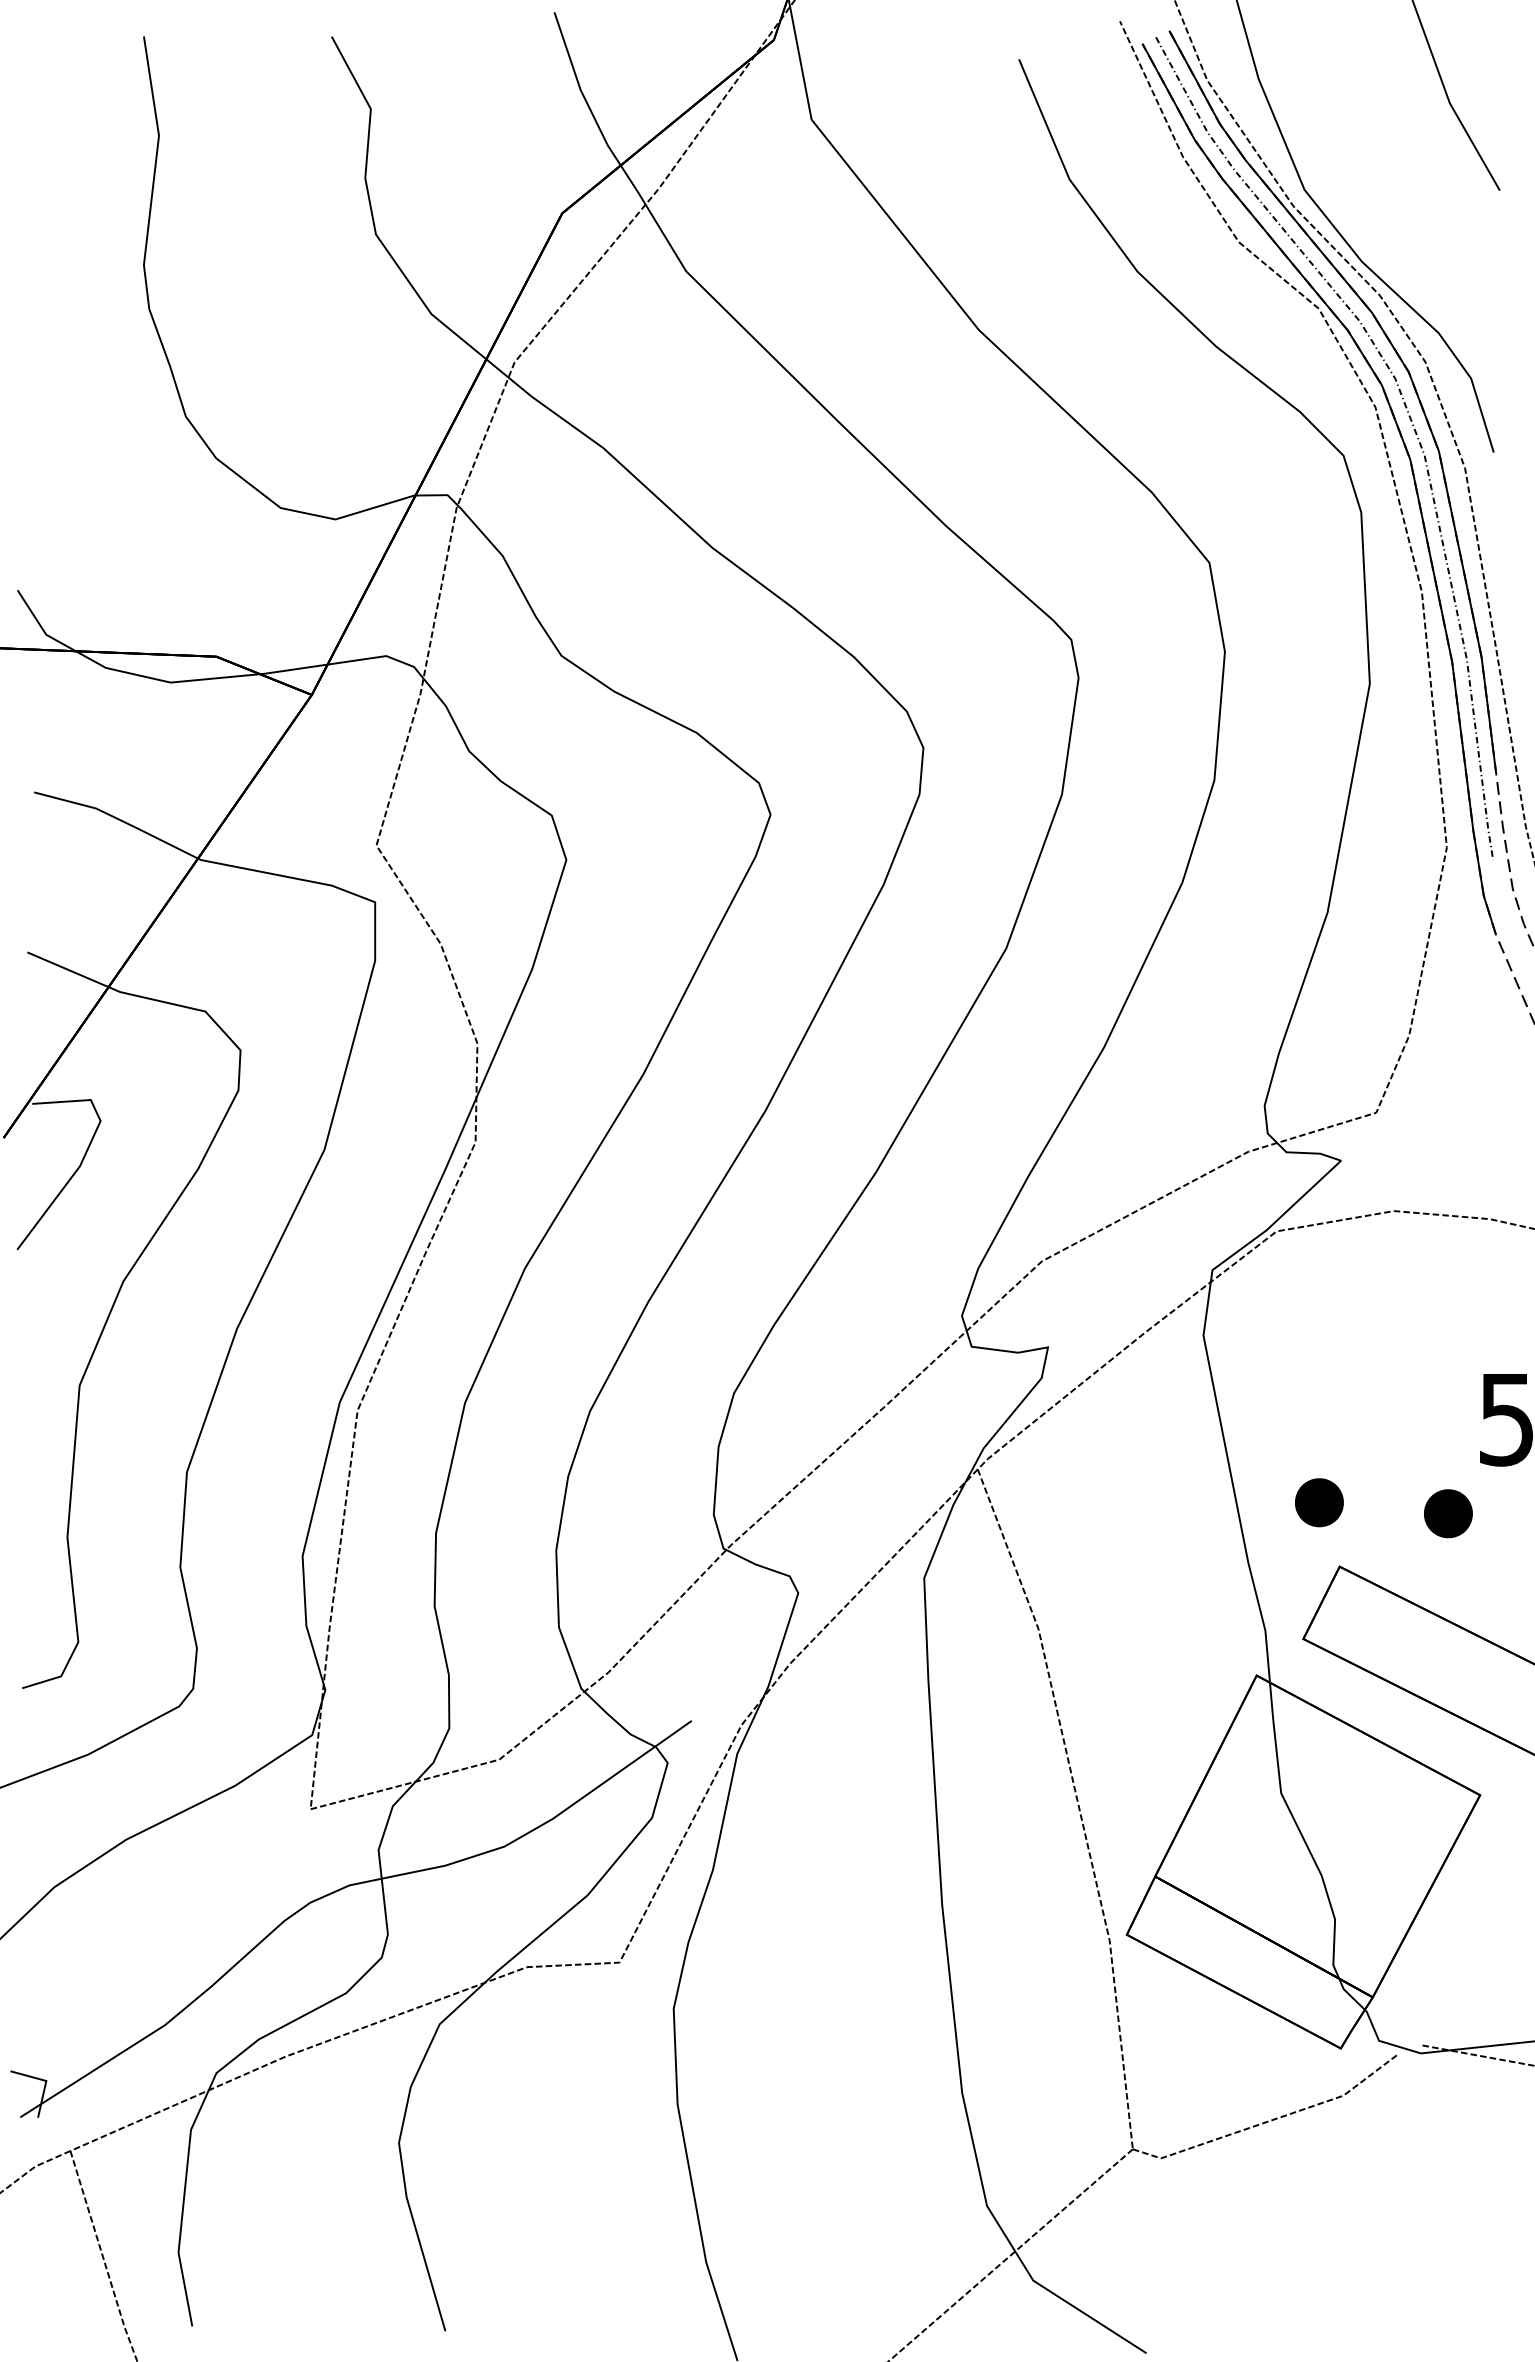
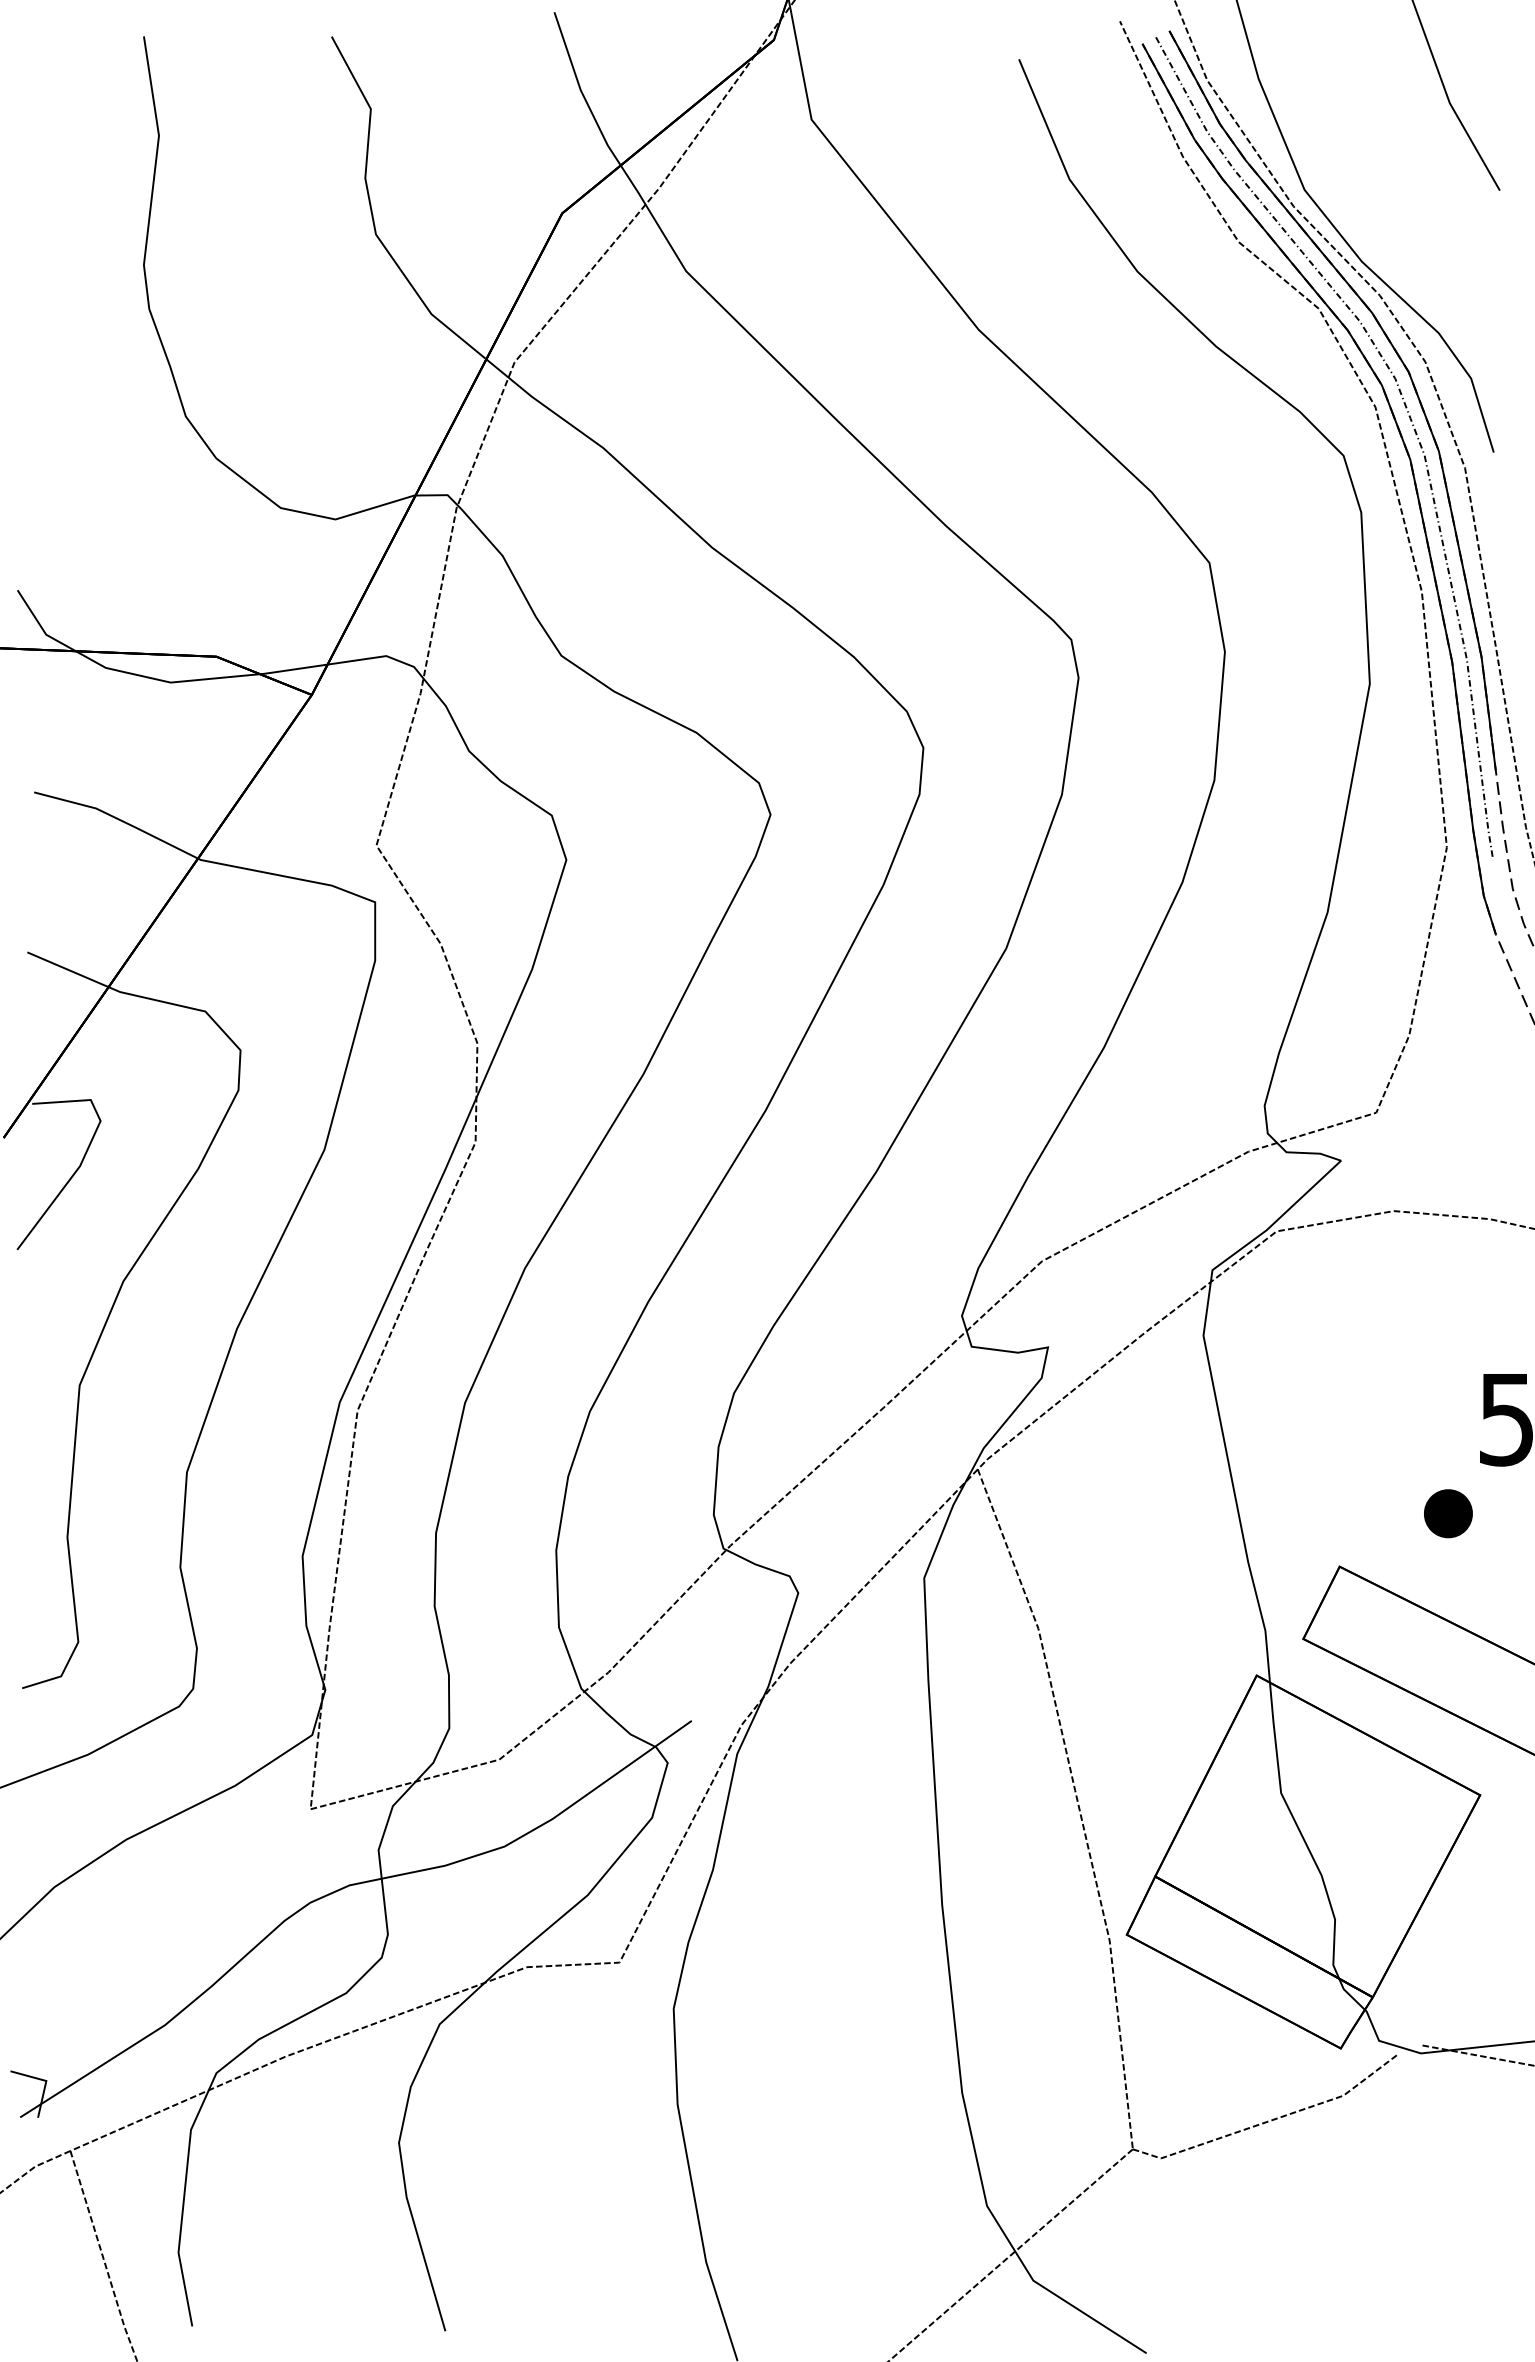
part at (1319, 1502): present -> none
